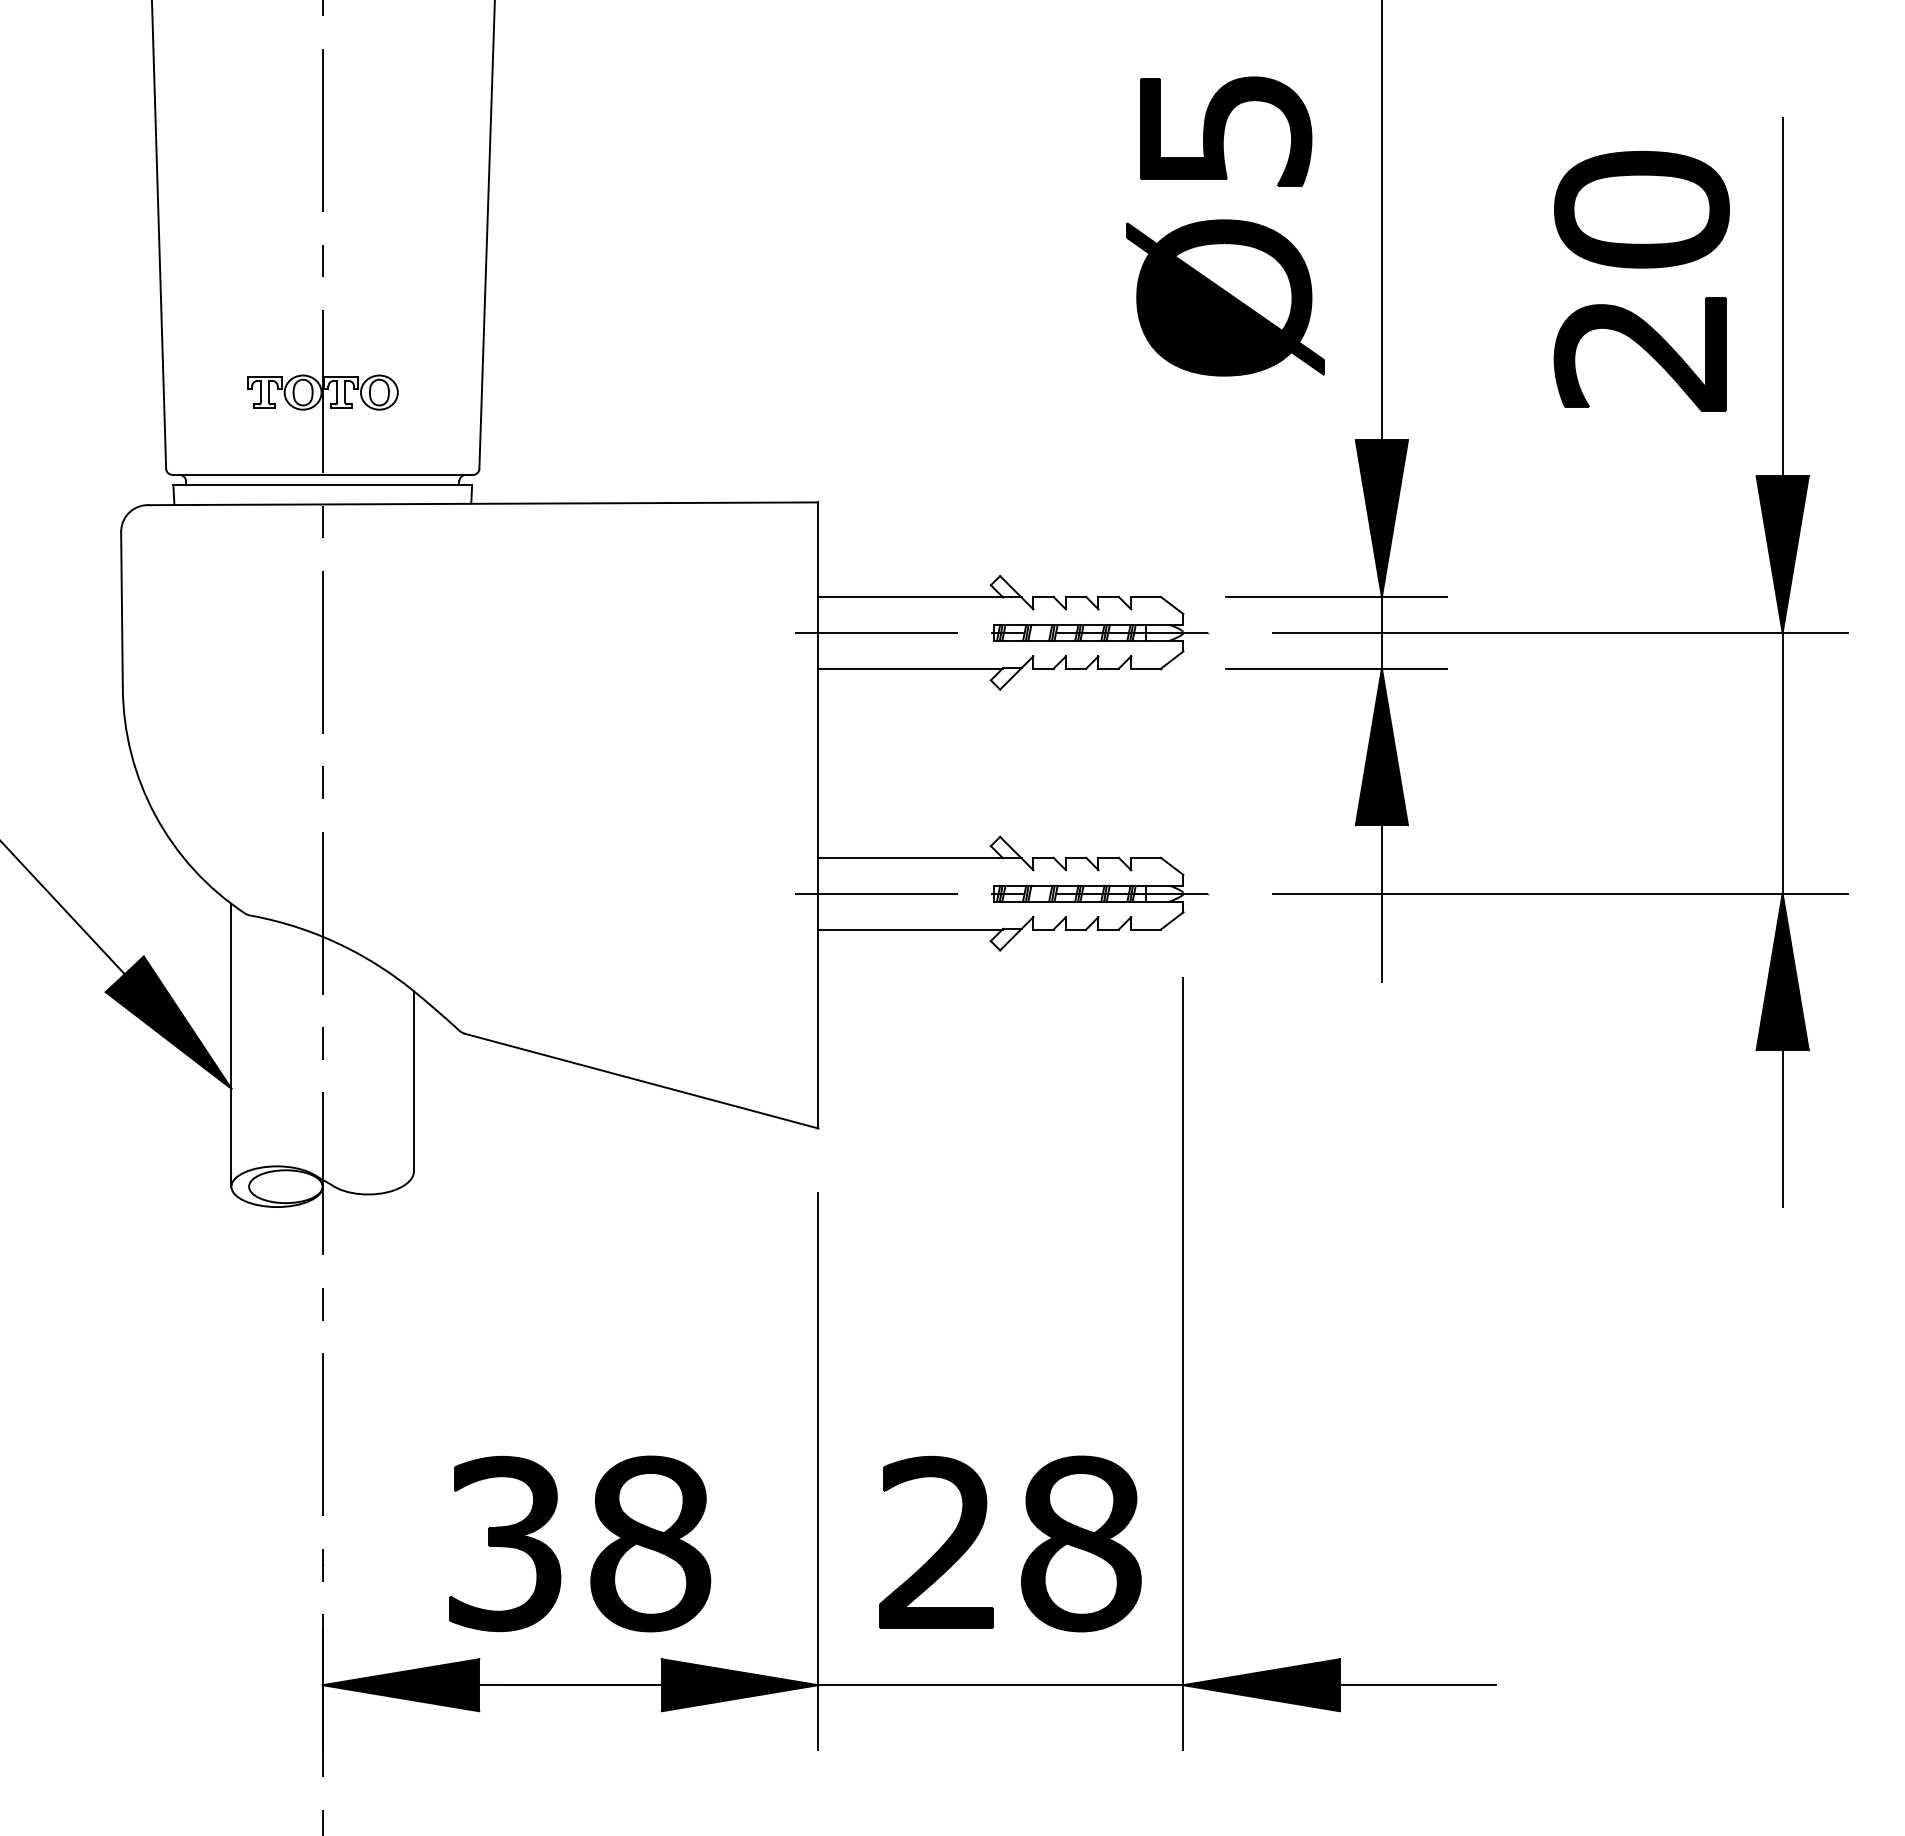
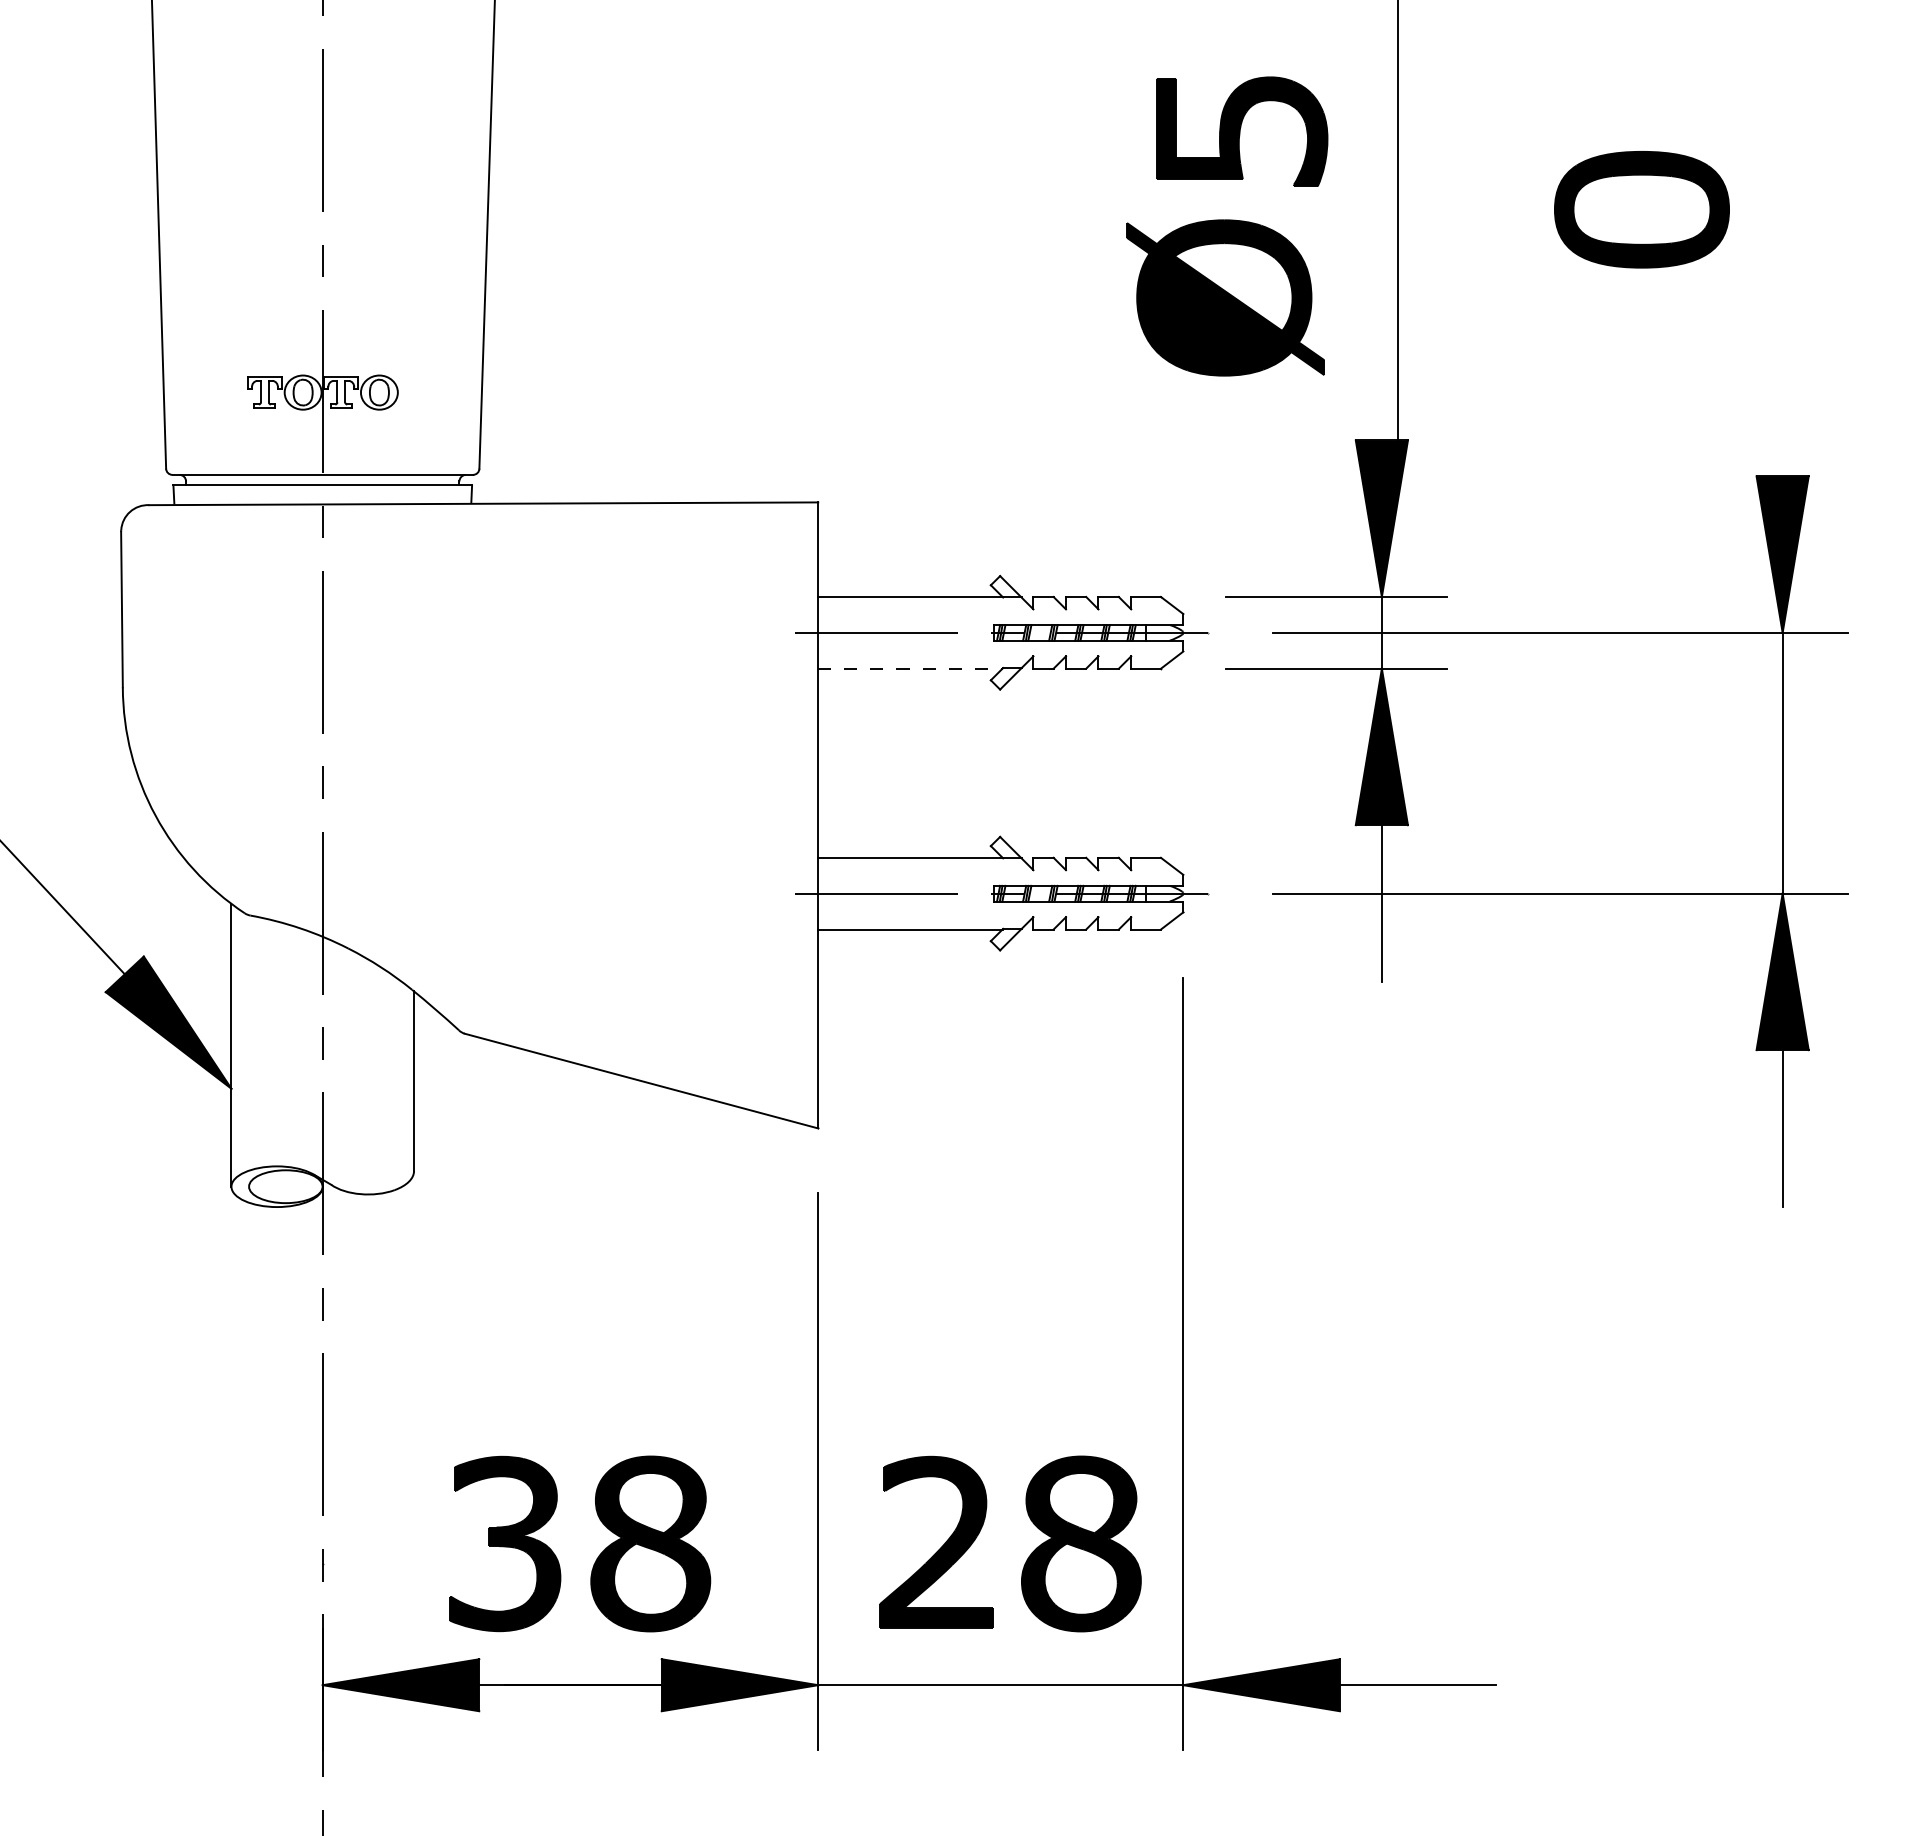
part at (1226, 131) position: (1226, 131) -> (1242, 131)
line at (1381, 221) position: (1381, 221) -> (1397, 221)
line at (1782, 296): present -> none
part at (1643, 349): present -> none
line at (910, 668): solid -> dashed
